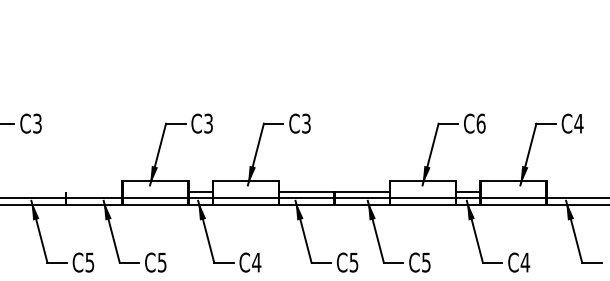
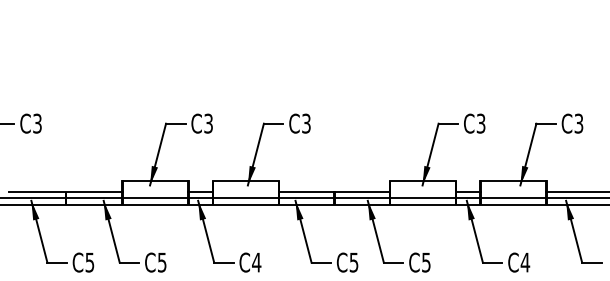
text at (480, 123): C6 -> C3
text at (578, 123): C4 -> C3
line at (65, 192): none -> present
line at (576, 192): none -> present
